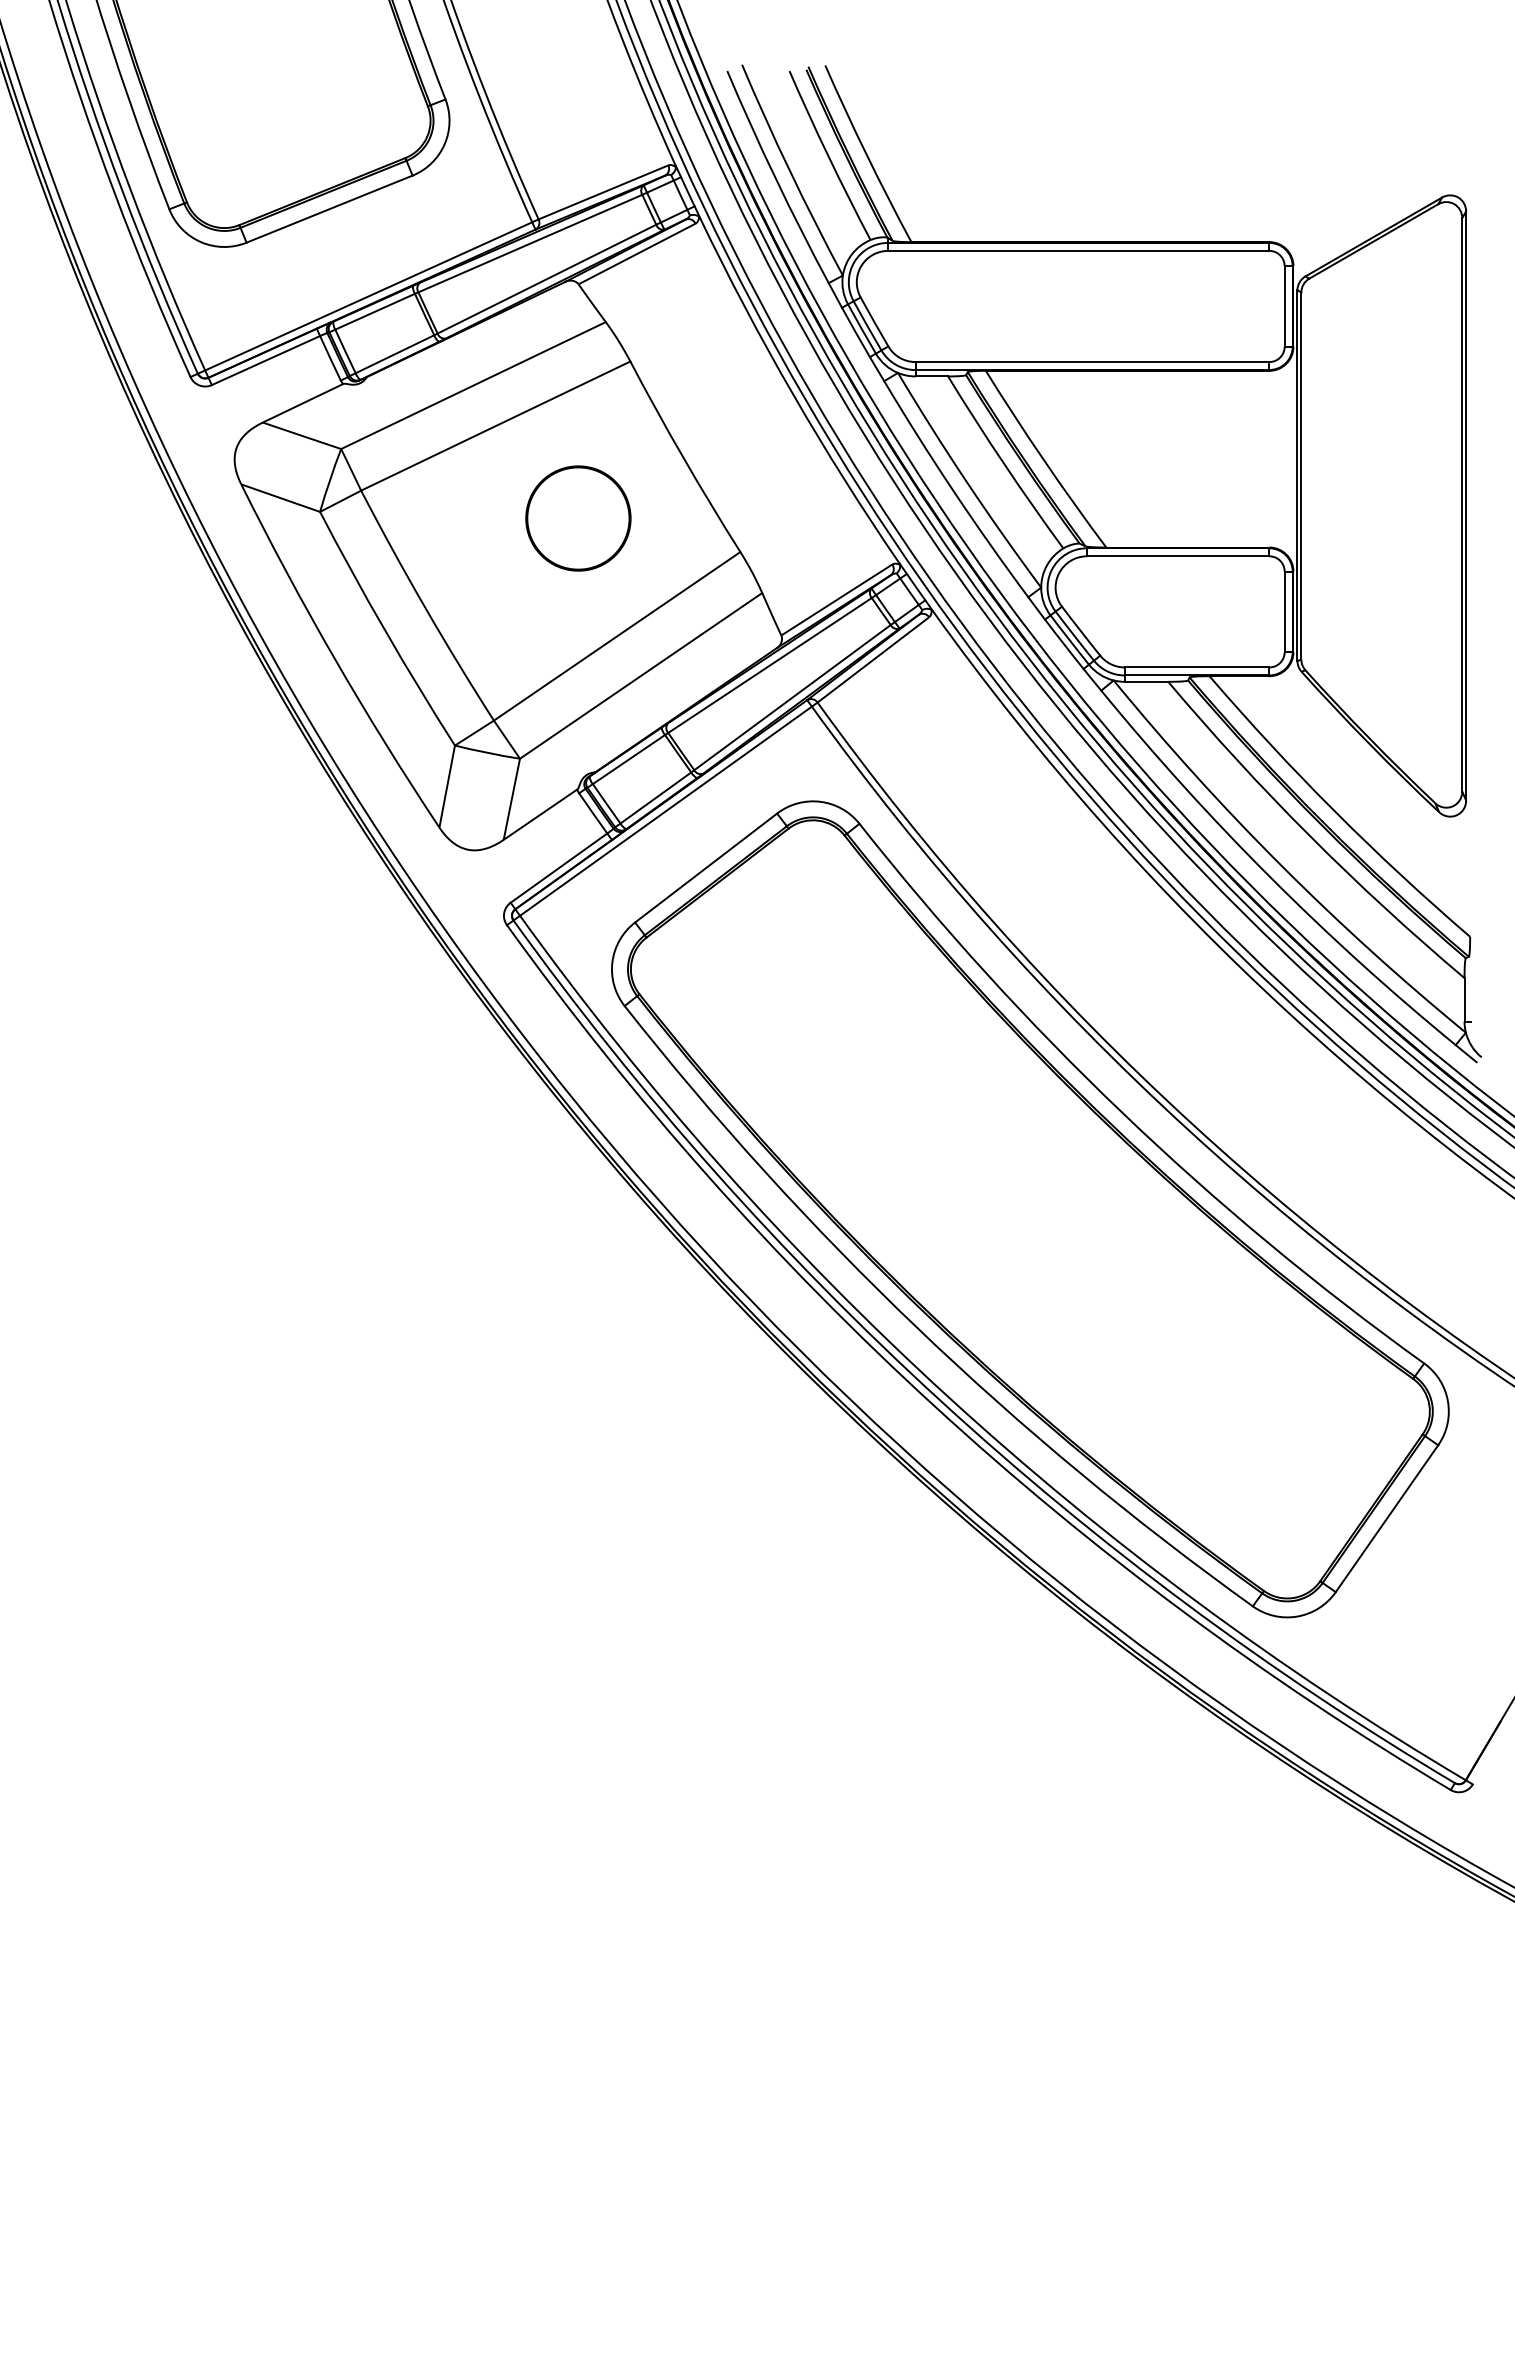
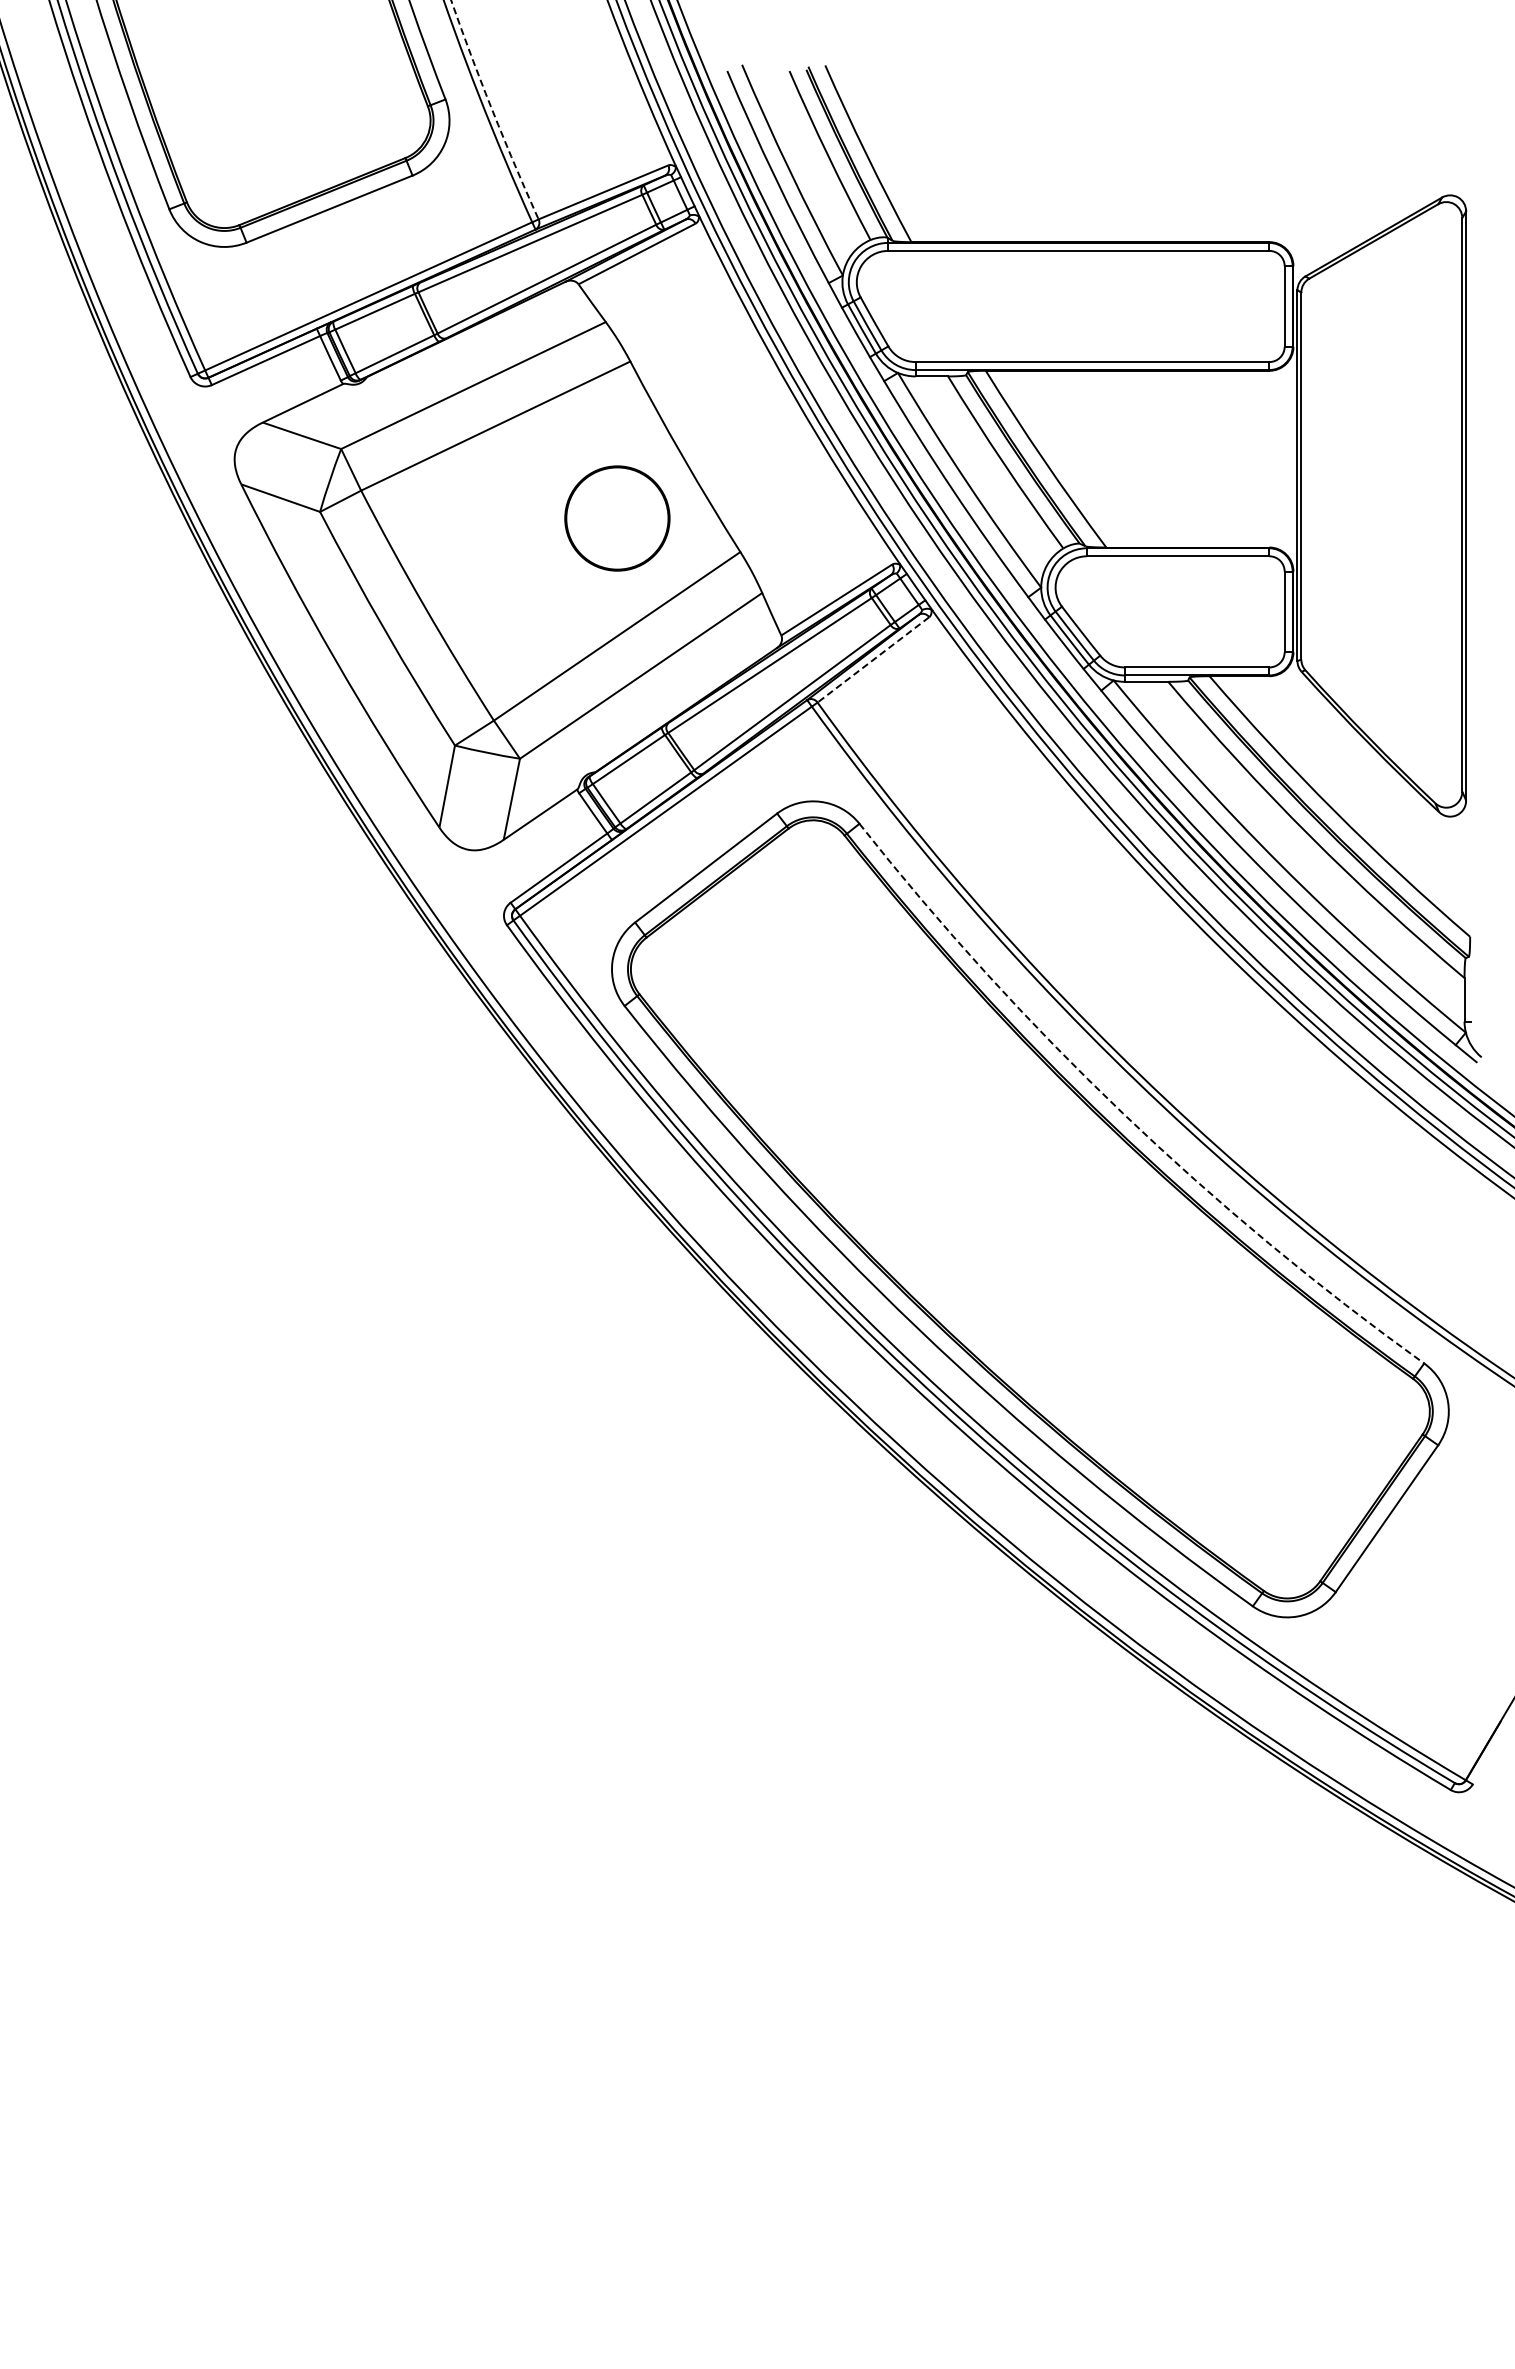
arc at (492, 111): solid -> dashed
circle at (578, 518) position: (578, 518) -> (617, 518)
line at (874, 659): solid -> dashed
arc at (1122, 1113): solid -> dashed
